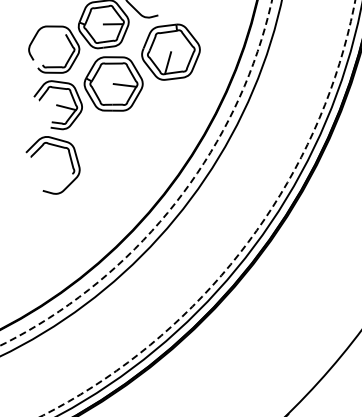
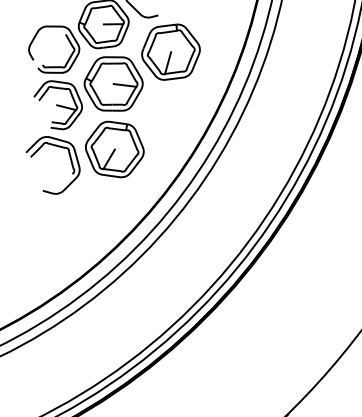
part at (114, 149): none -> present
circle at (136, 172): dashed -> solid
circle at (197, 208): dashed -> solid
